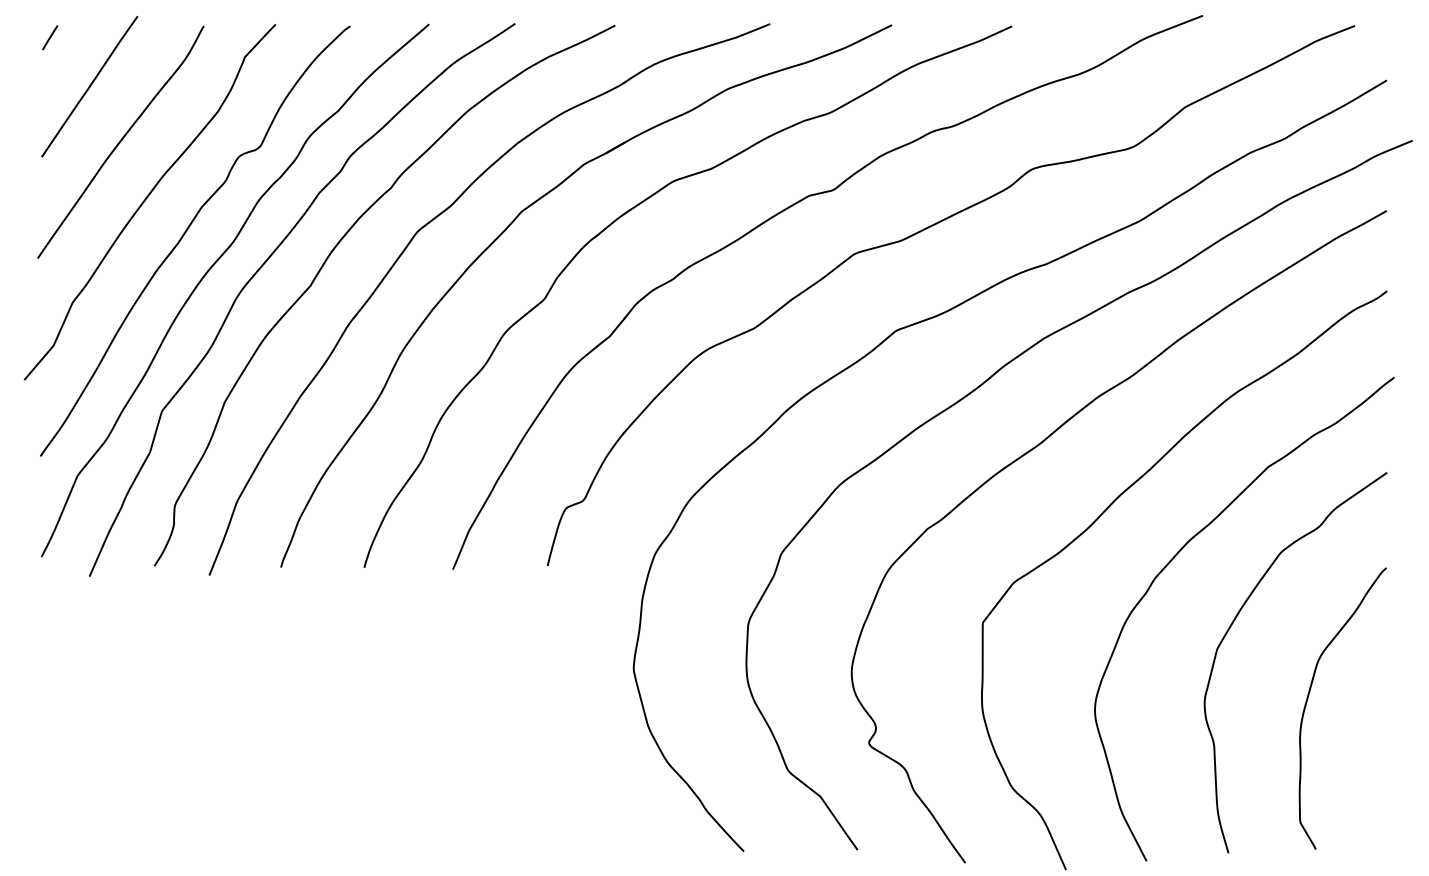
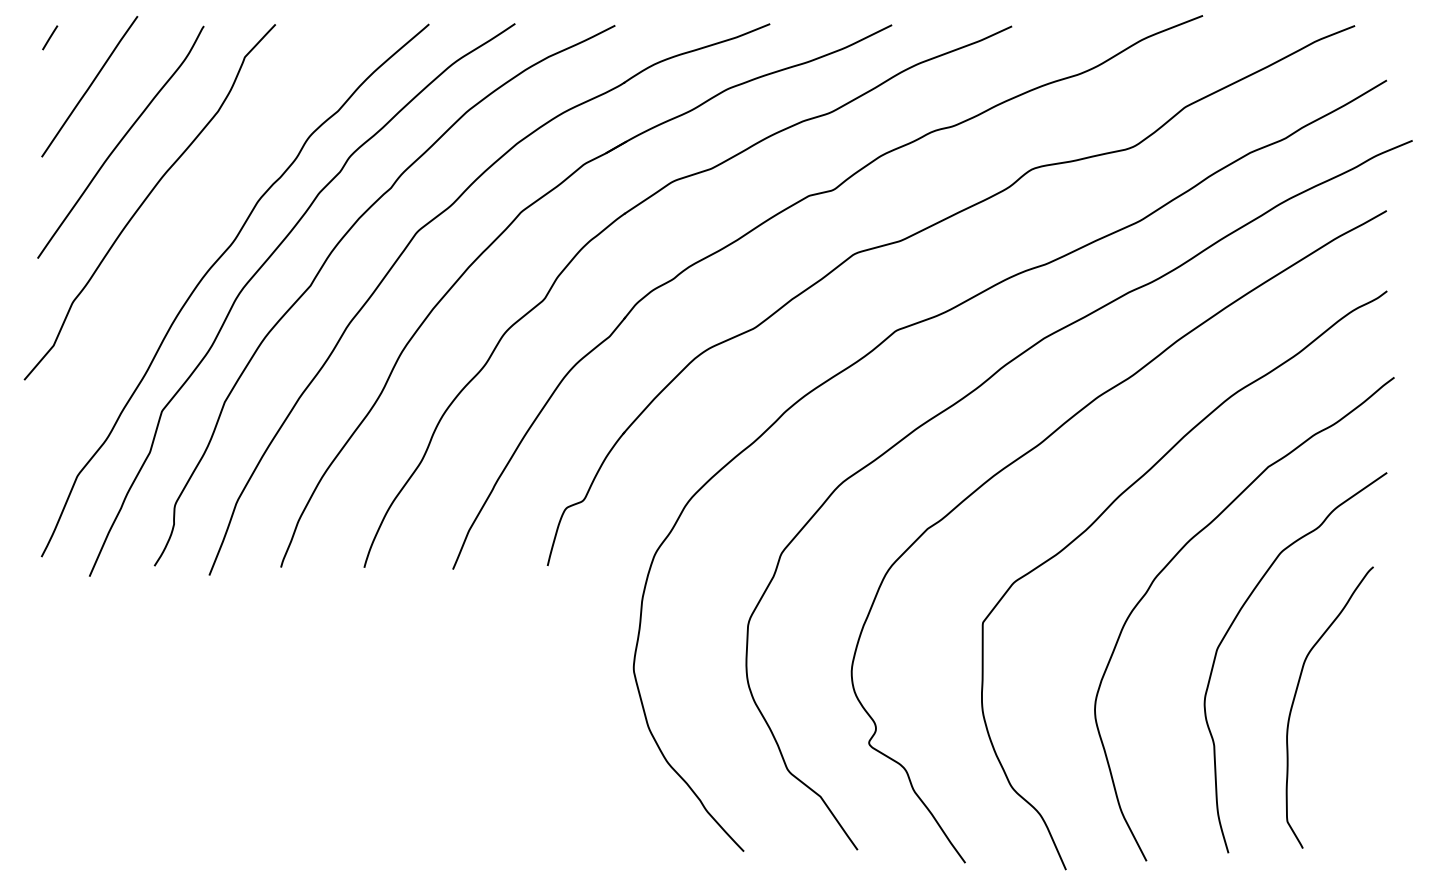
curve at (185, 234): present -> none
curve at (1308, 699) position: (1308, 699) -> (1295, 698)
